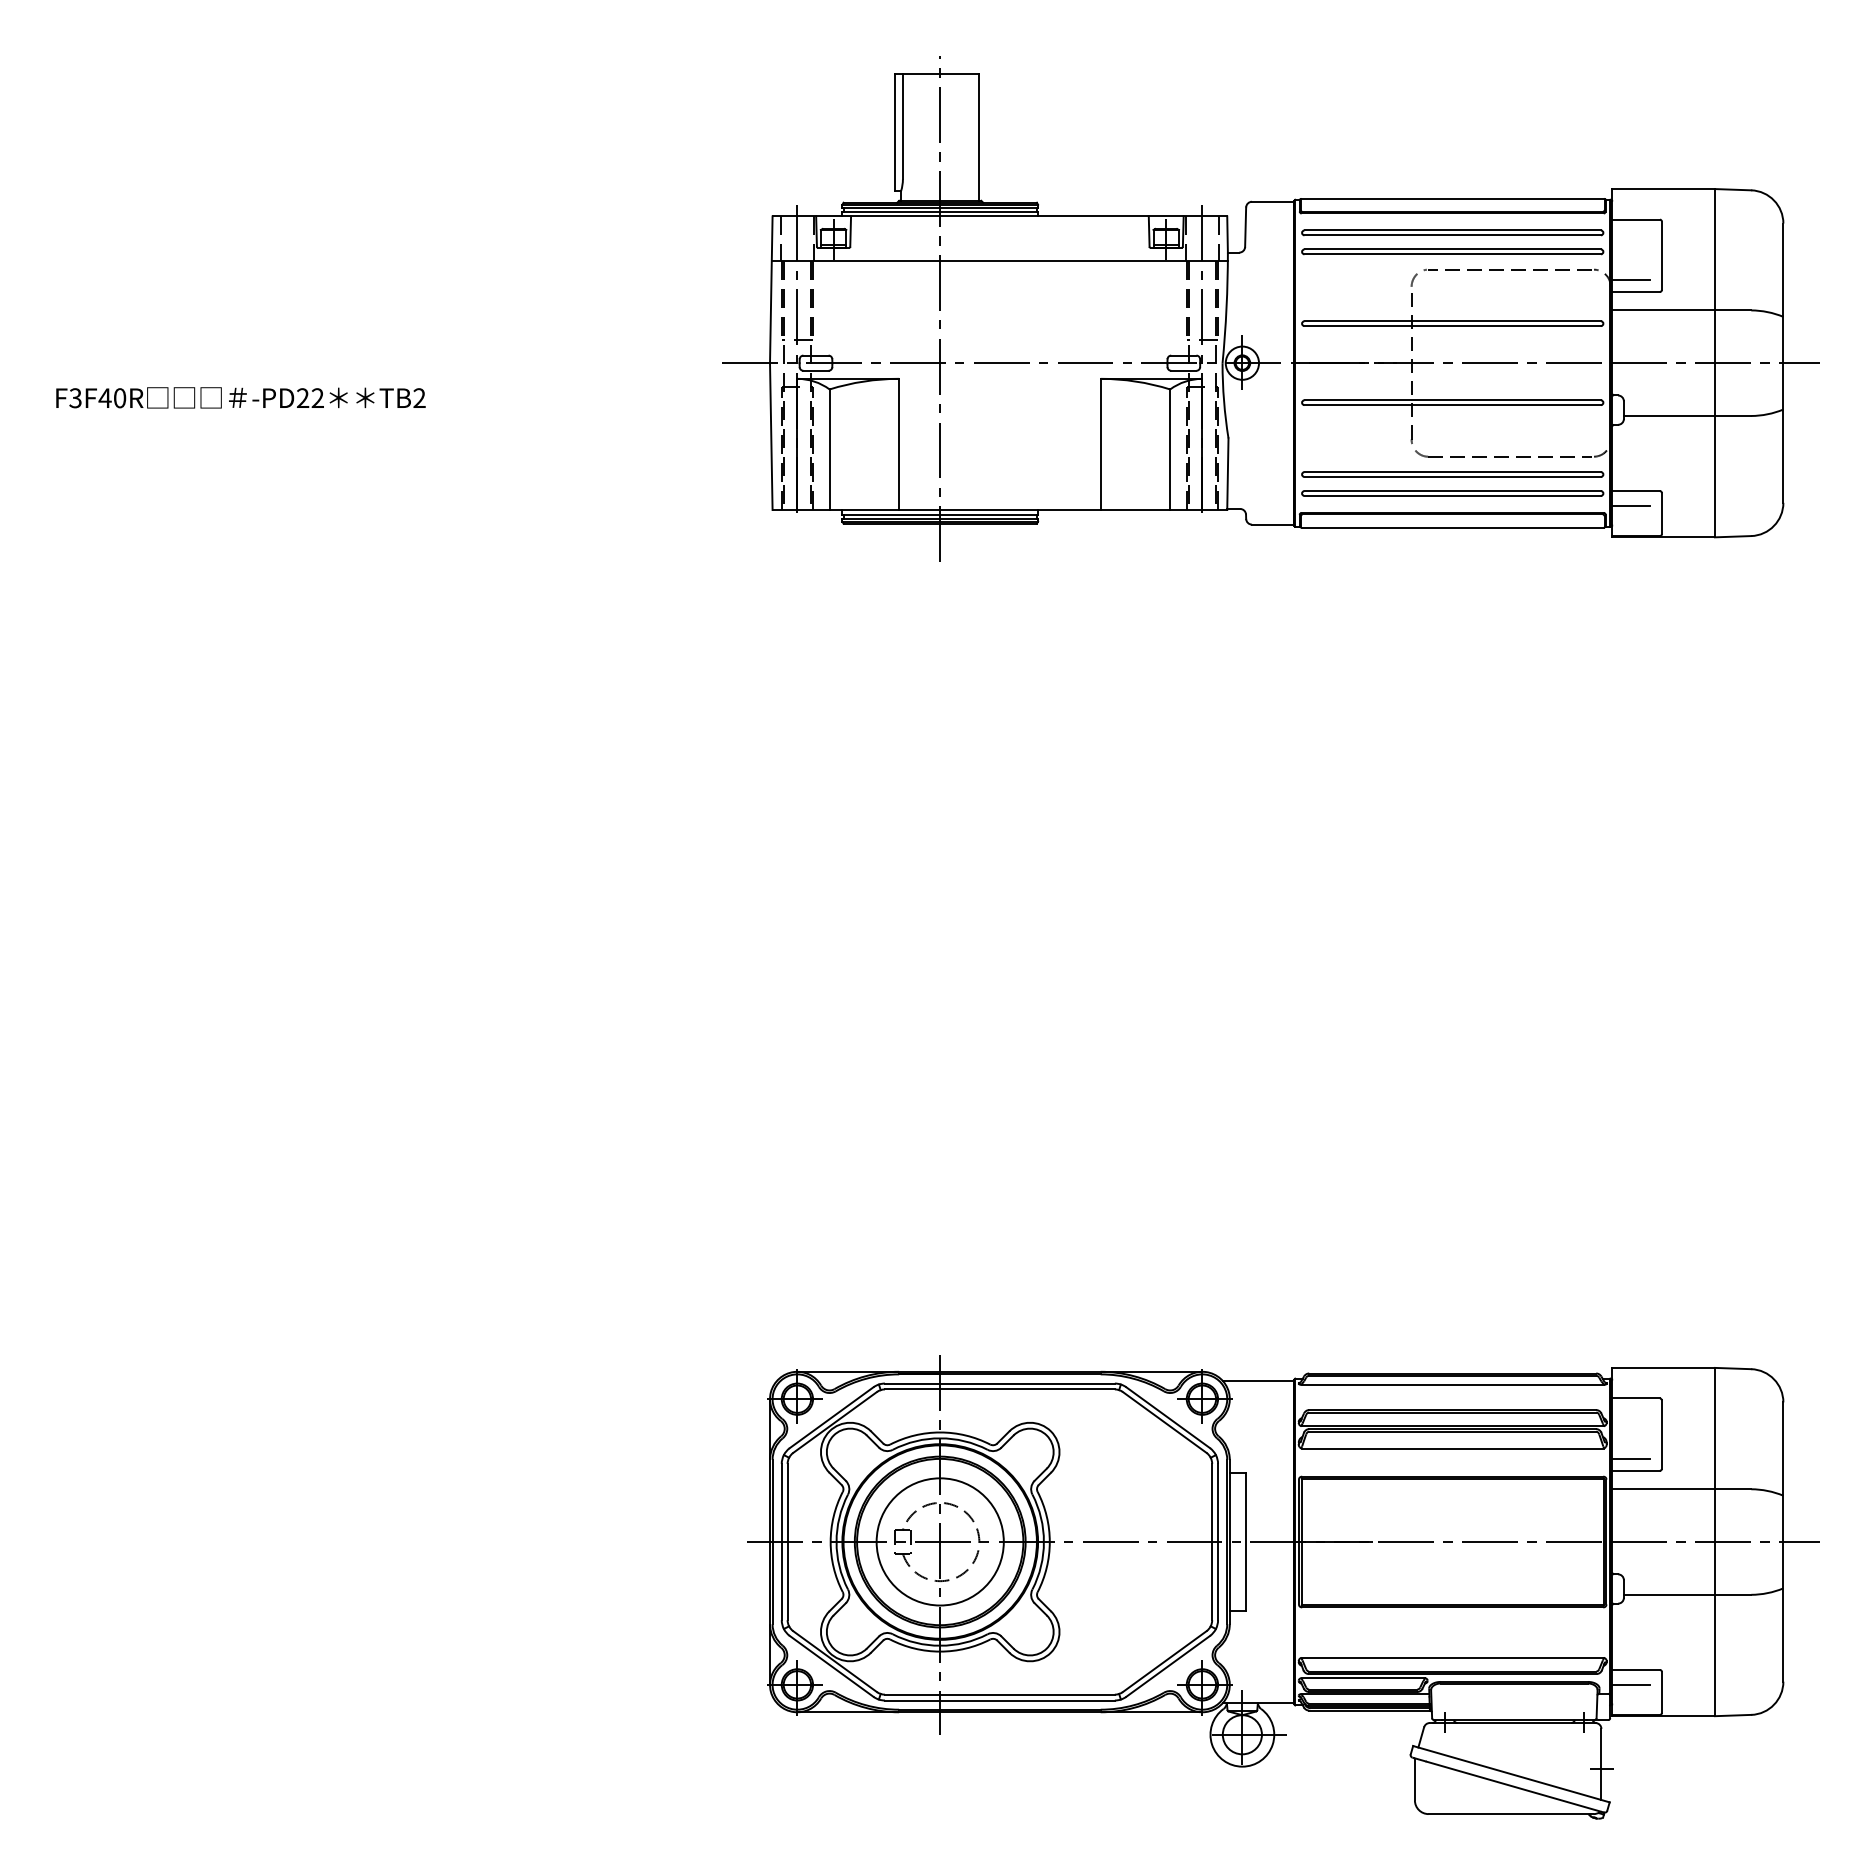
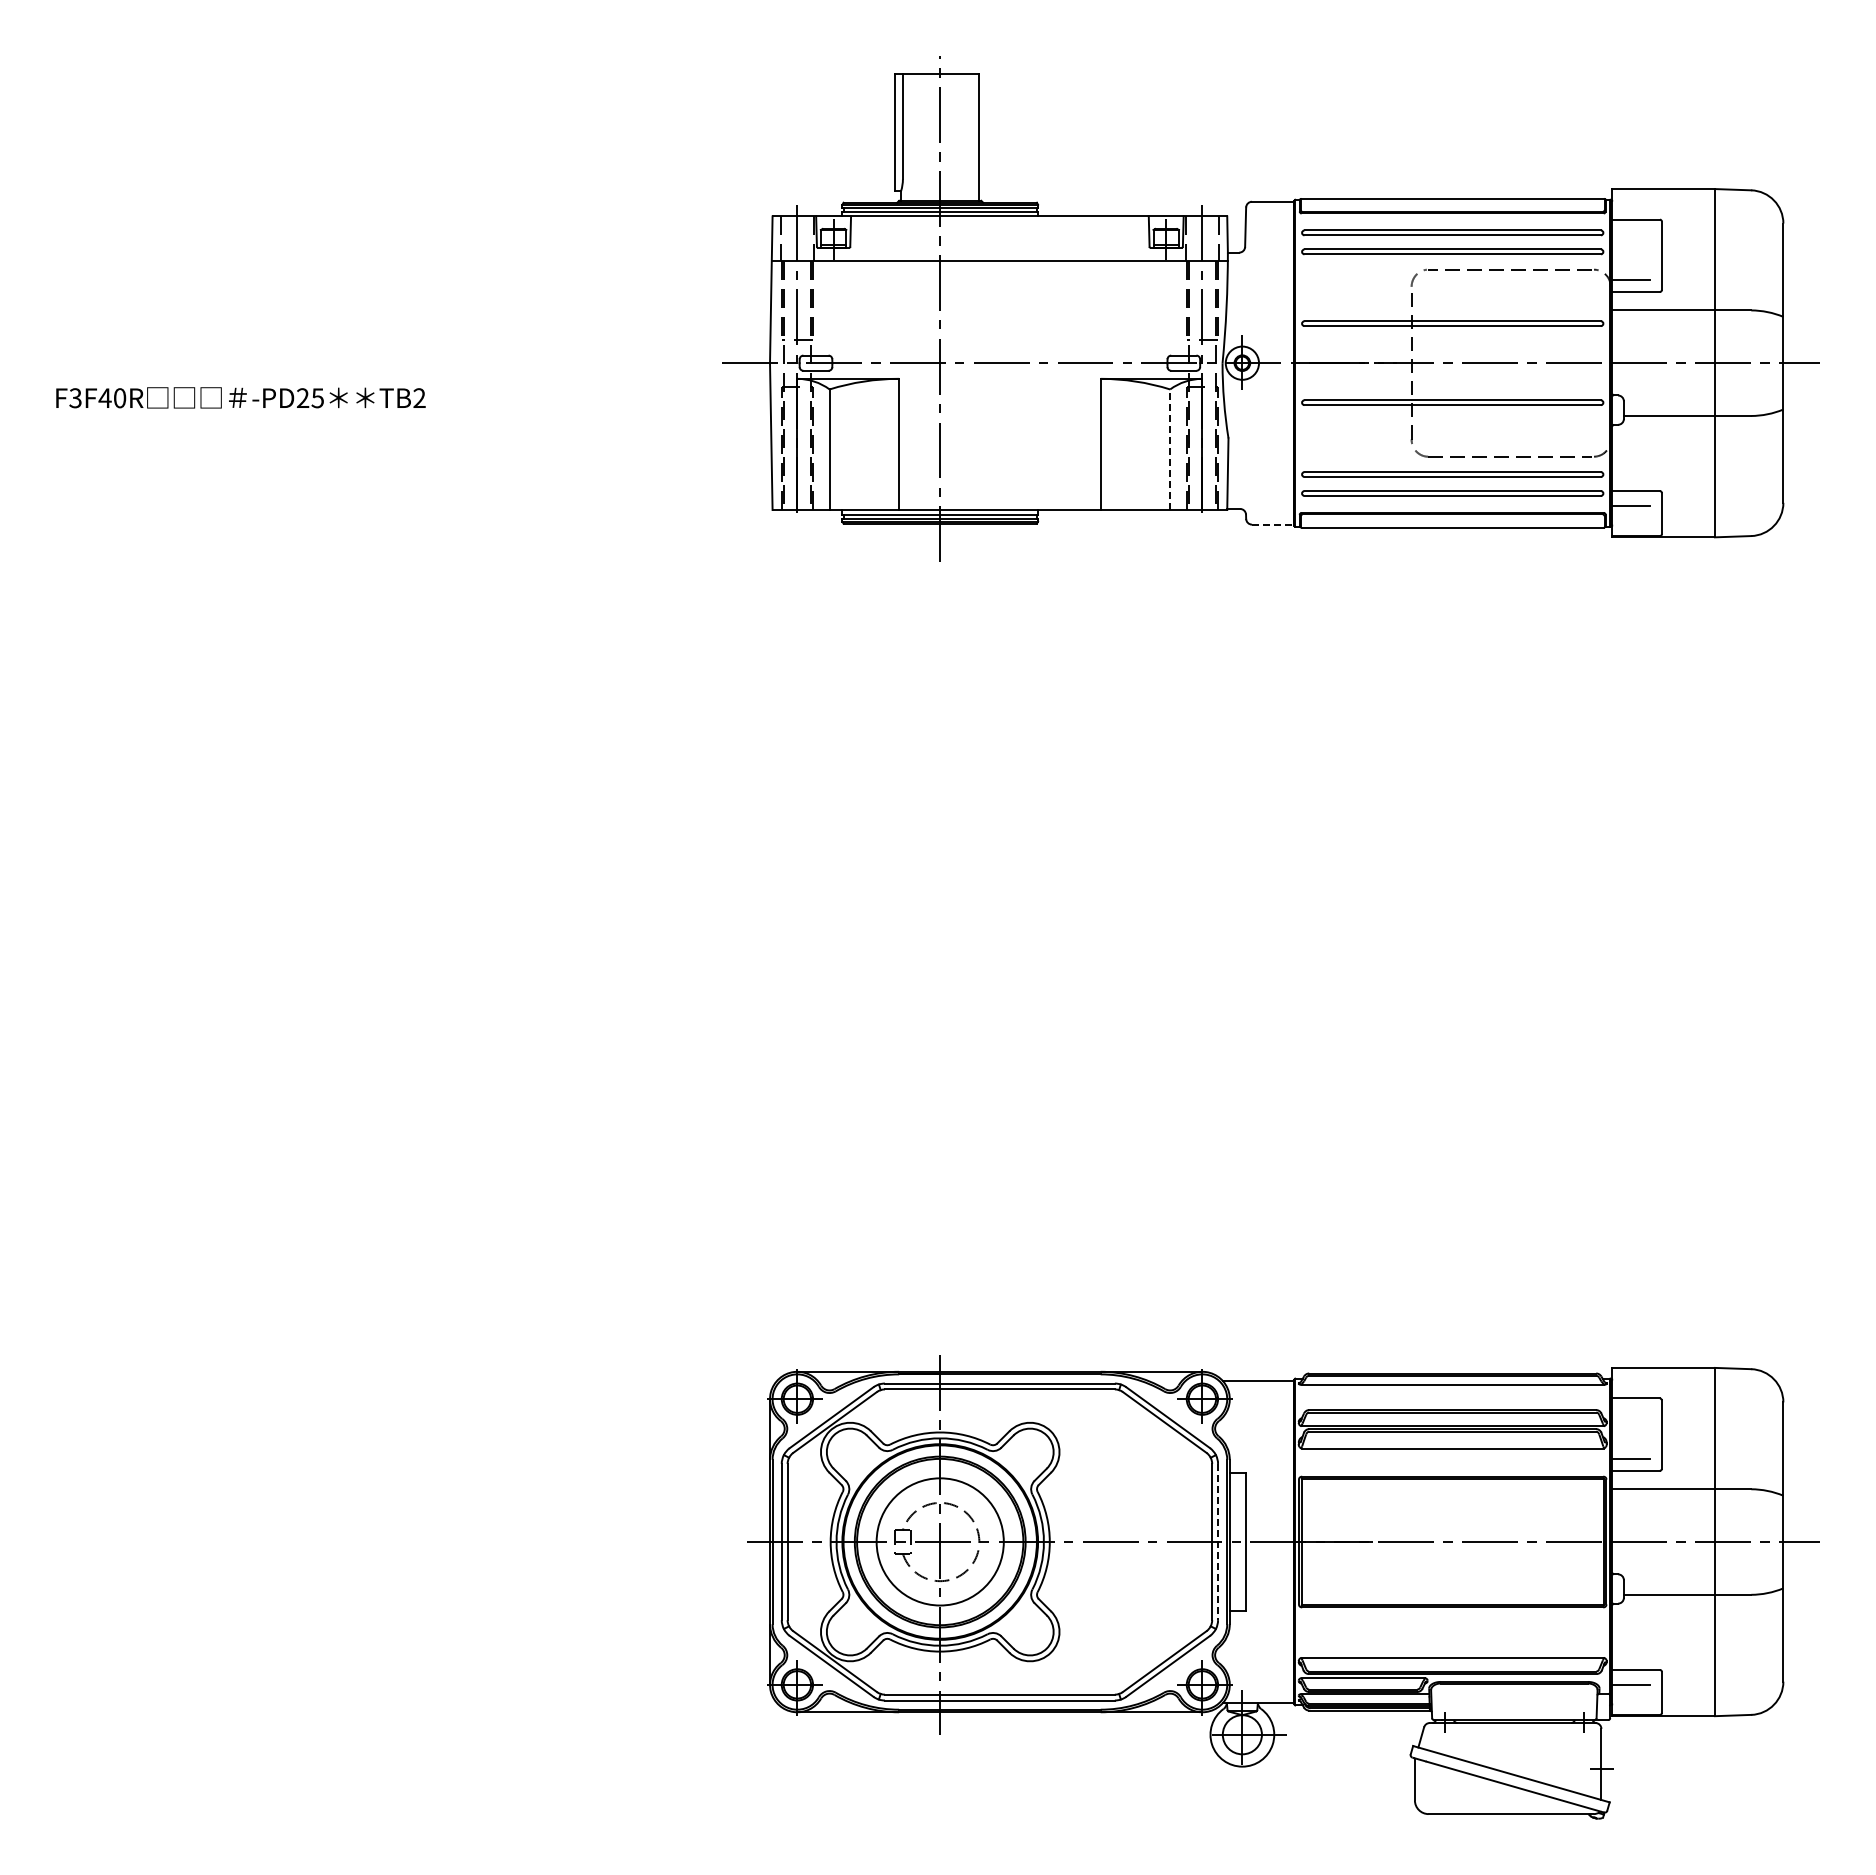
text at (317, 398): -PD22 -> -PD25
line at (1170, 449): solid -> dashed
line at (1273, 524): solid -> dashed
line at (1218, 1542): solid -> dashed
